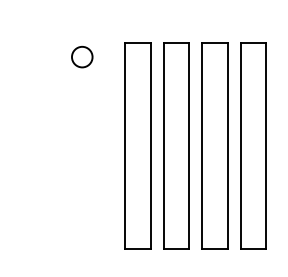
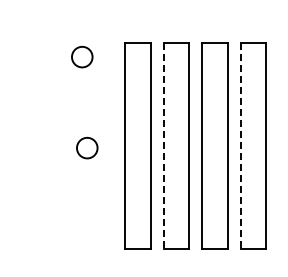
line at (163, 146): solid -> dashed
line at (240, 146): solid -> dashed
circle at (87, 148): none -> present
